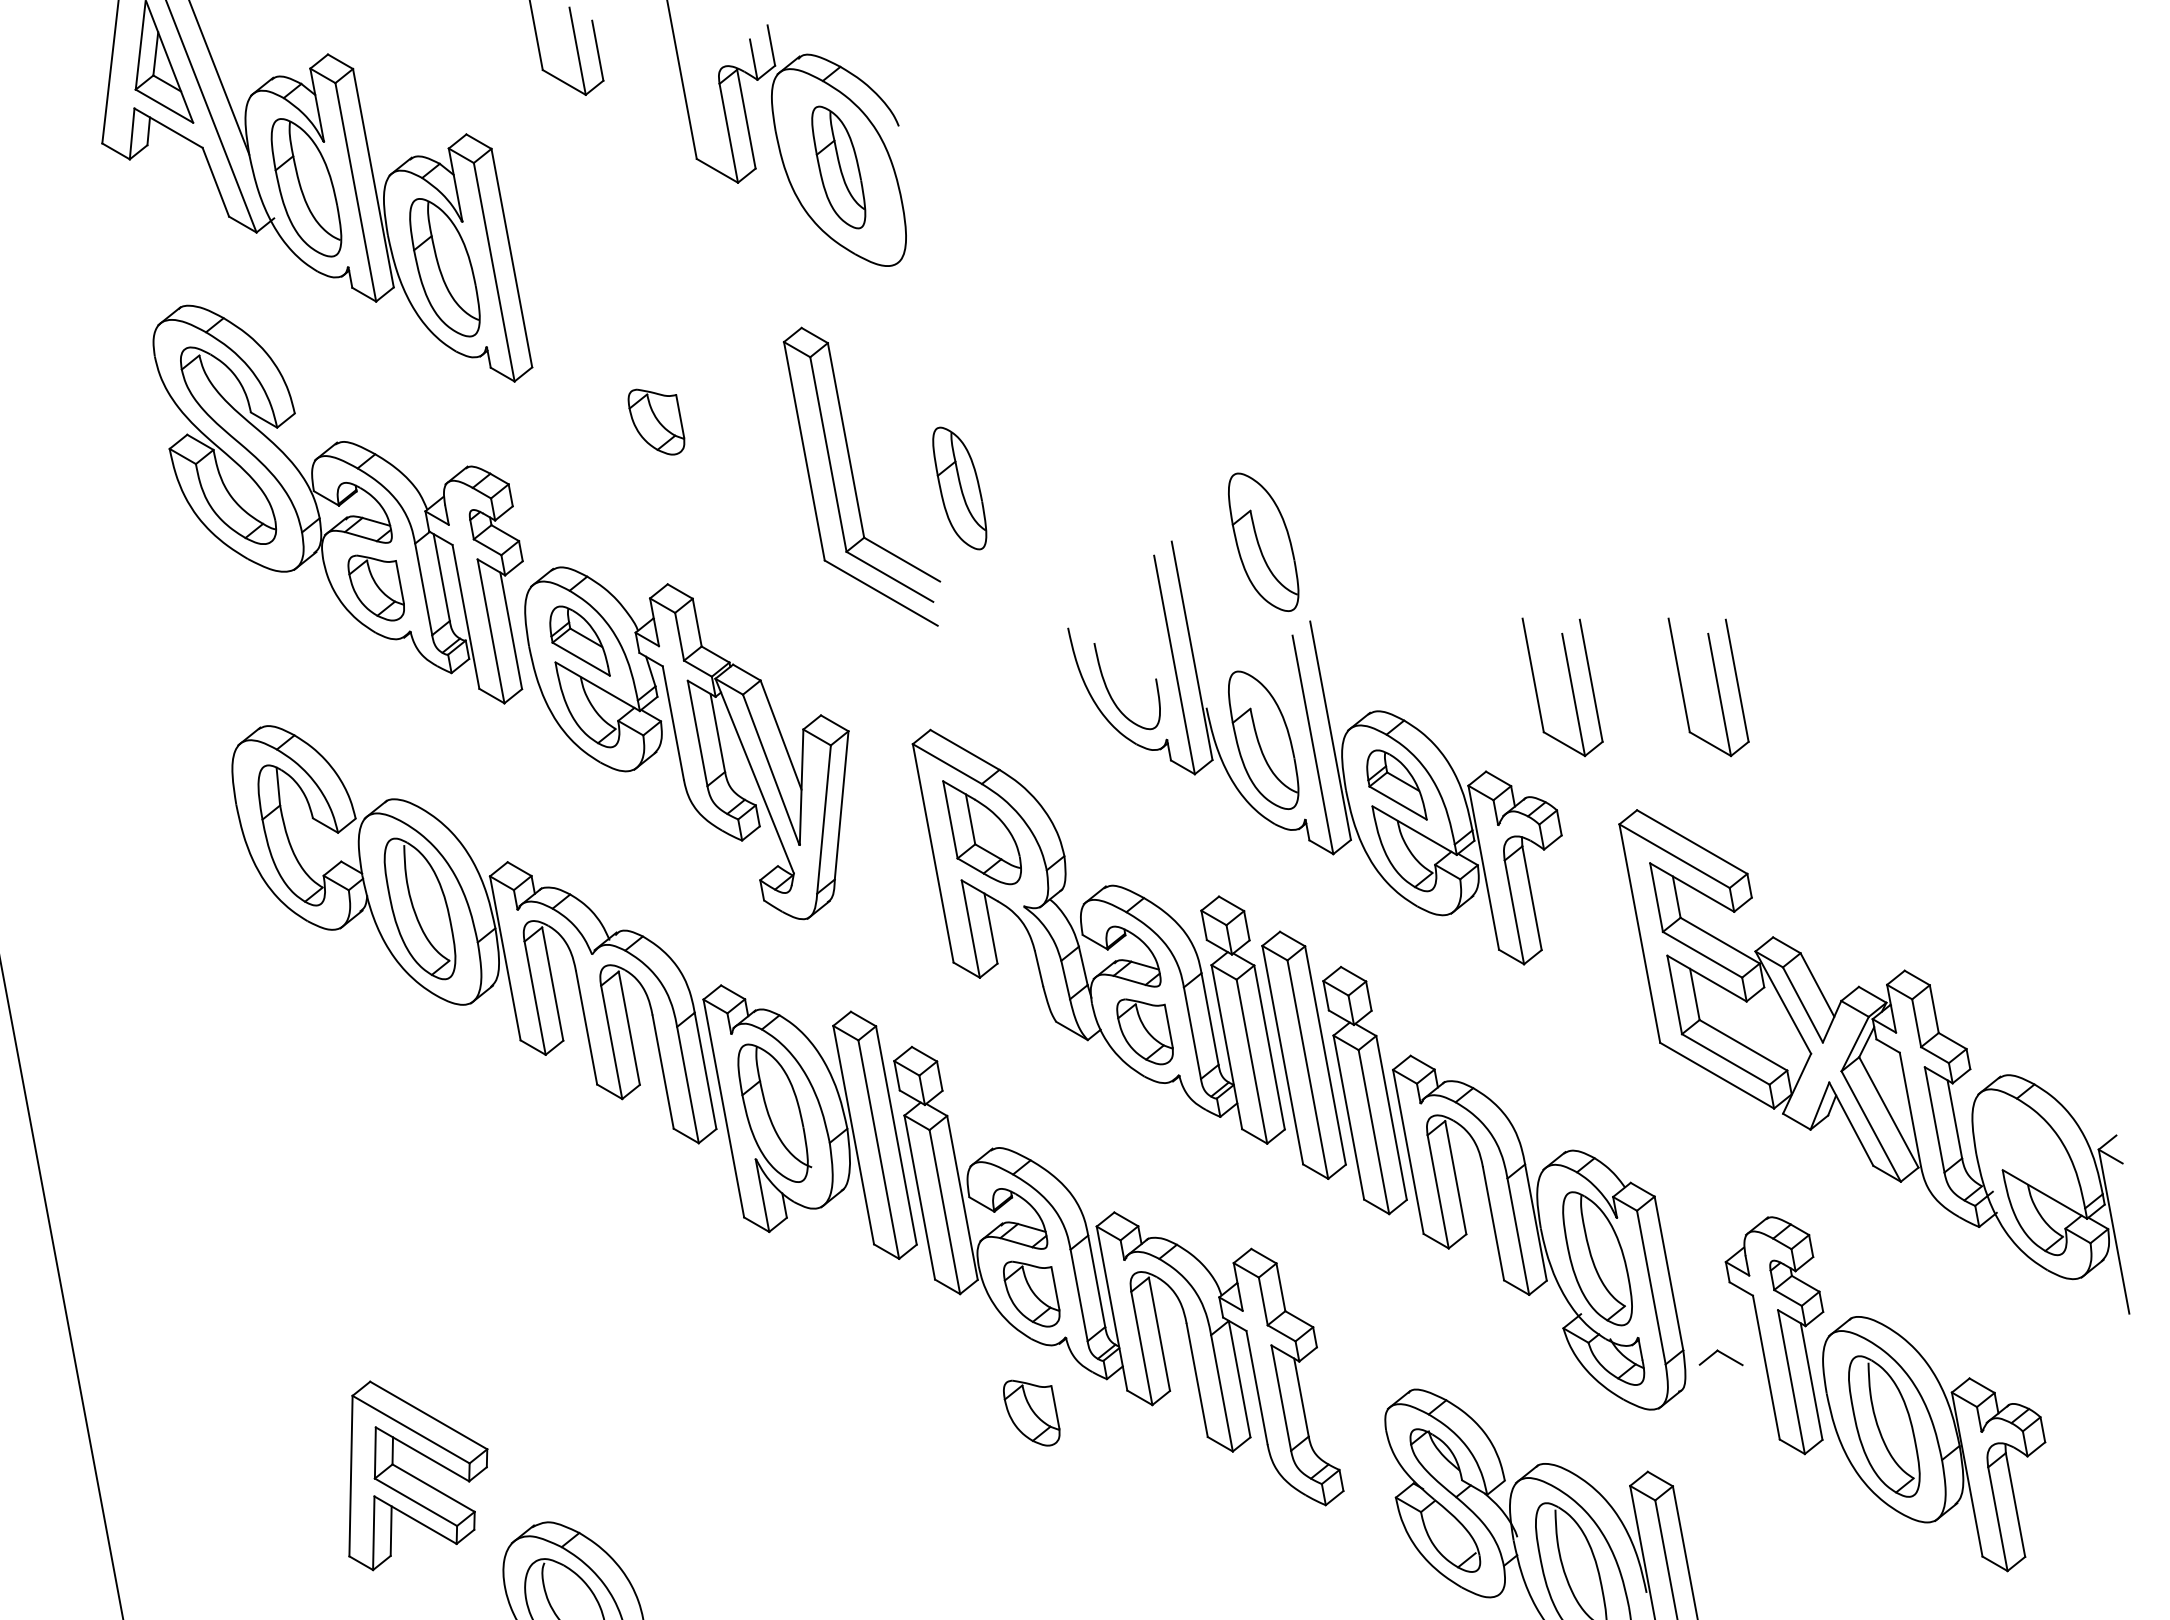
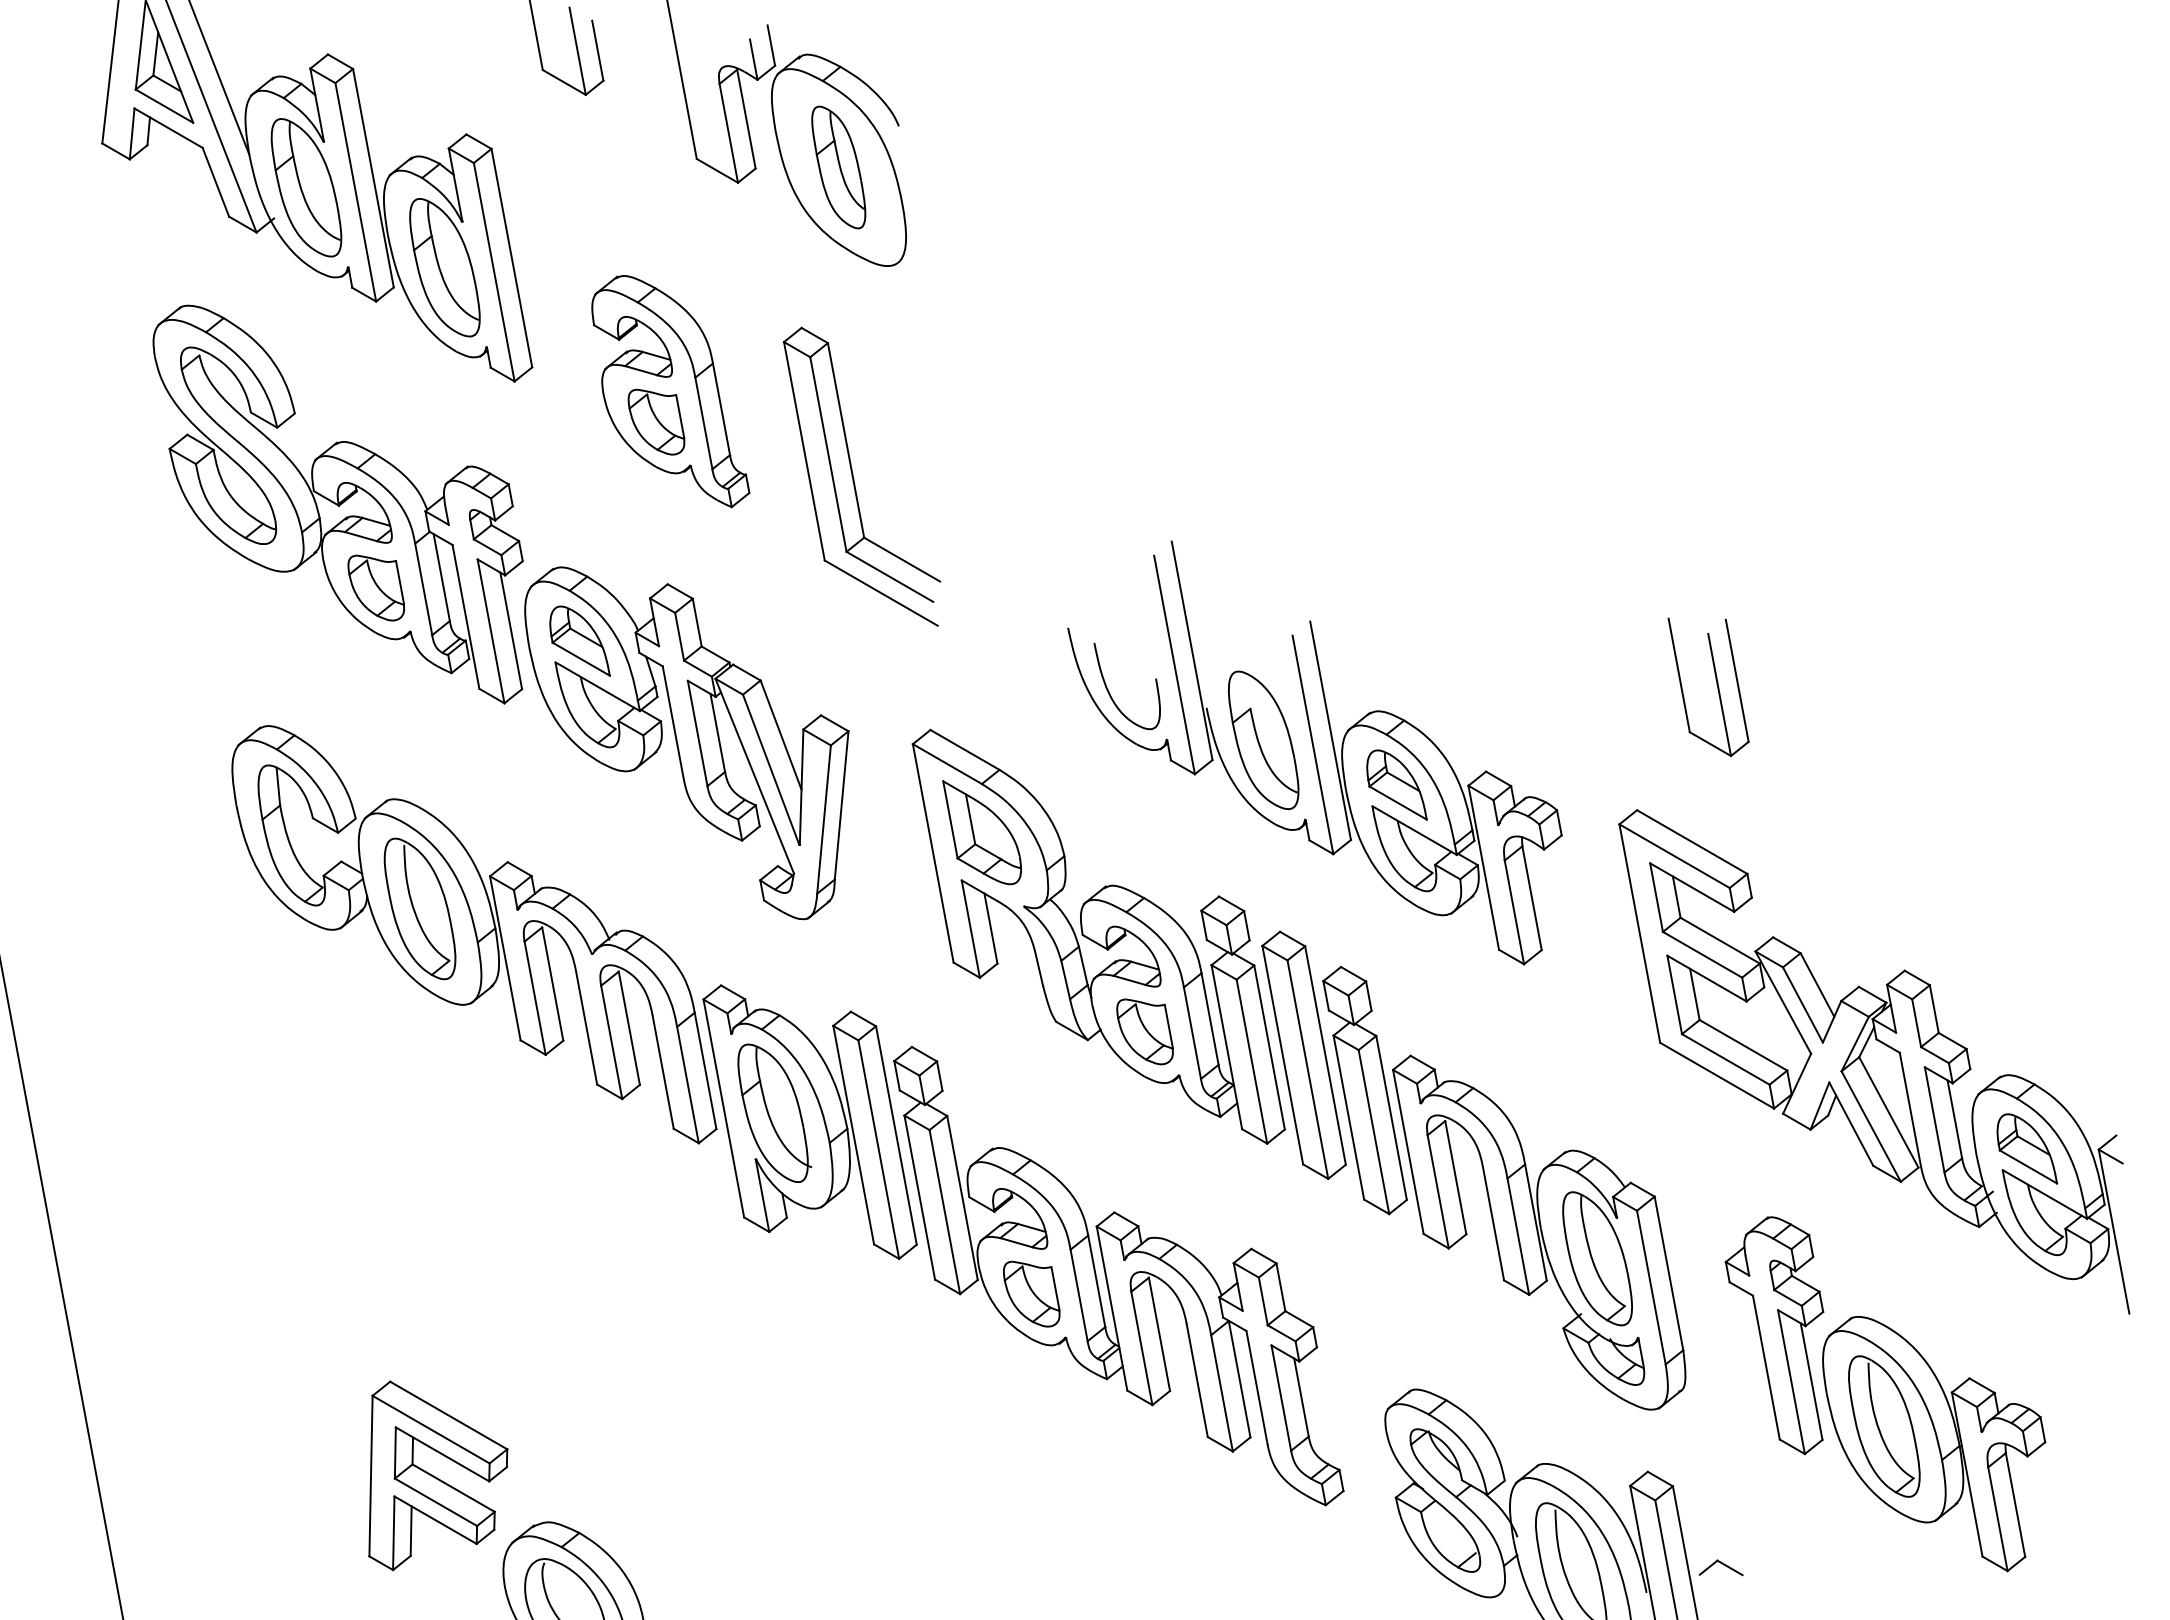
part at (670, 391): none -> present
part at (959, 488): present -> none
part at (1263, 541): present -> none
part at (1570, 684): present -> none
part at (2027, 1148): none -> present
part at (1720, 1357) position: (1720, 1357) -> (1720, 1567)
part at (1031, 1412): present -> none
part at (418, 1475) position: (418, 1475) -> (438, 1475)
